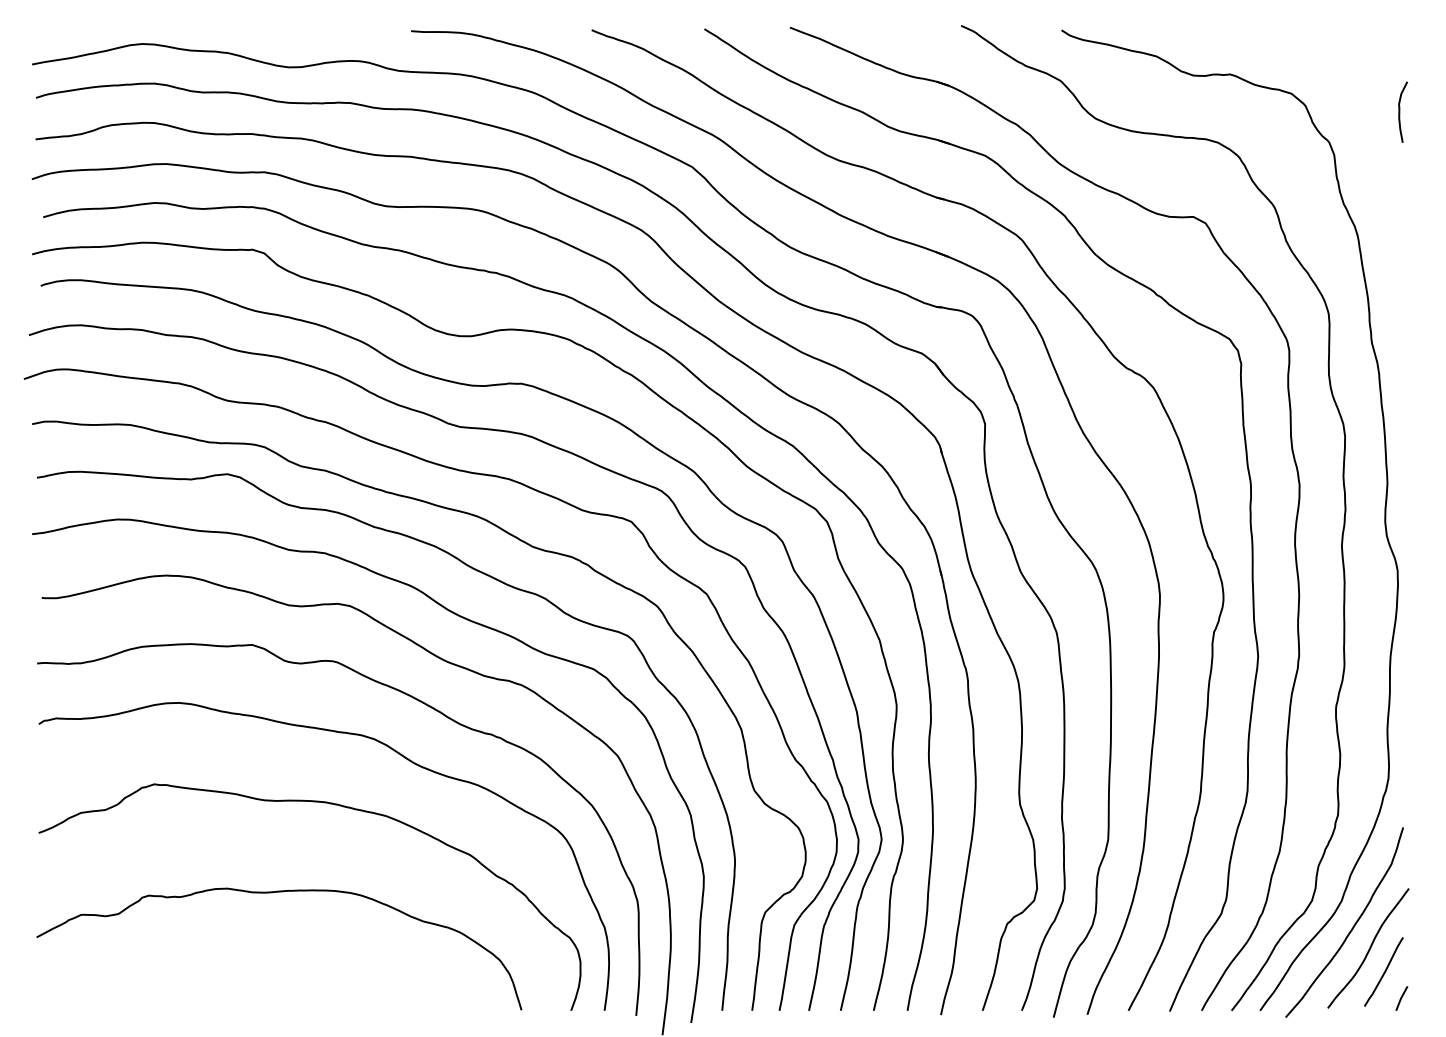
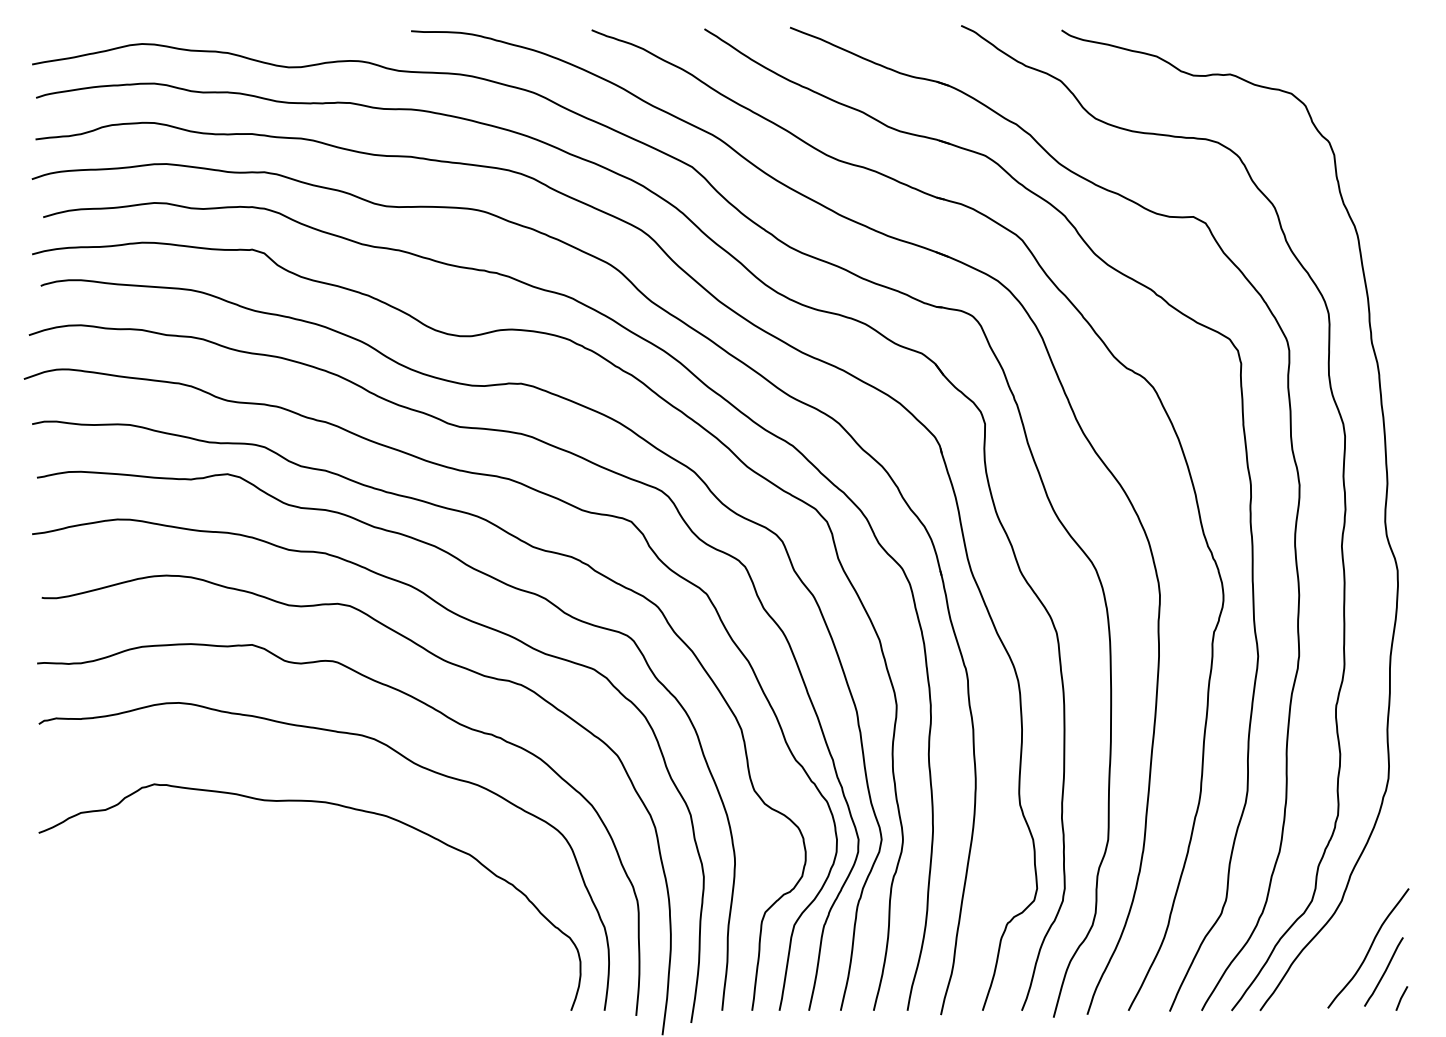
curve at (1400, 111): present -> none
curve at (272, 893): present -> none
curve at (1352, 926): present -> none
